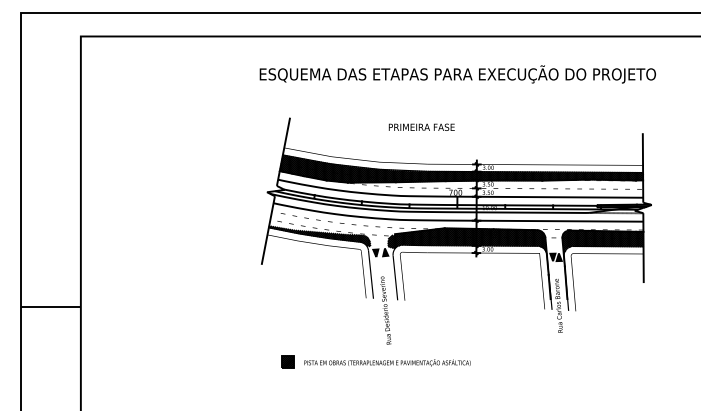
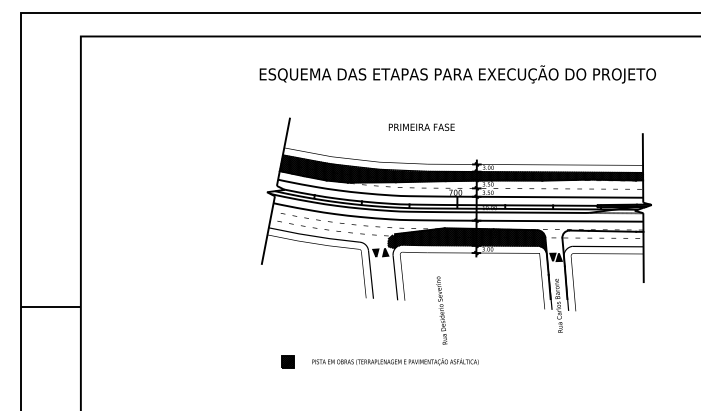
hatch at (319, 235): present -> none
hatch at (602, 241): present -> none
text at (385, 310) position: (385, 310) -> (441, 310)
text at (387, 362) position: (387, 362) -> (395, 361)
